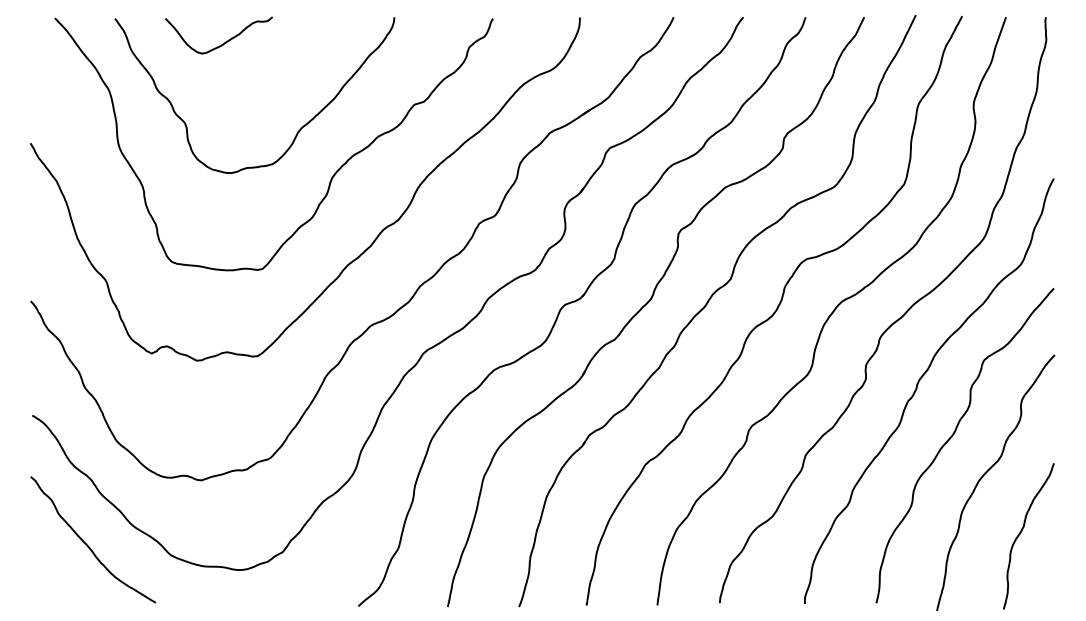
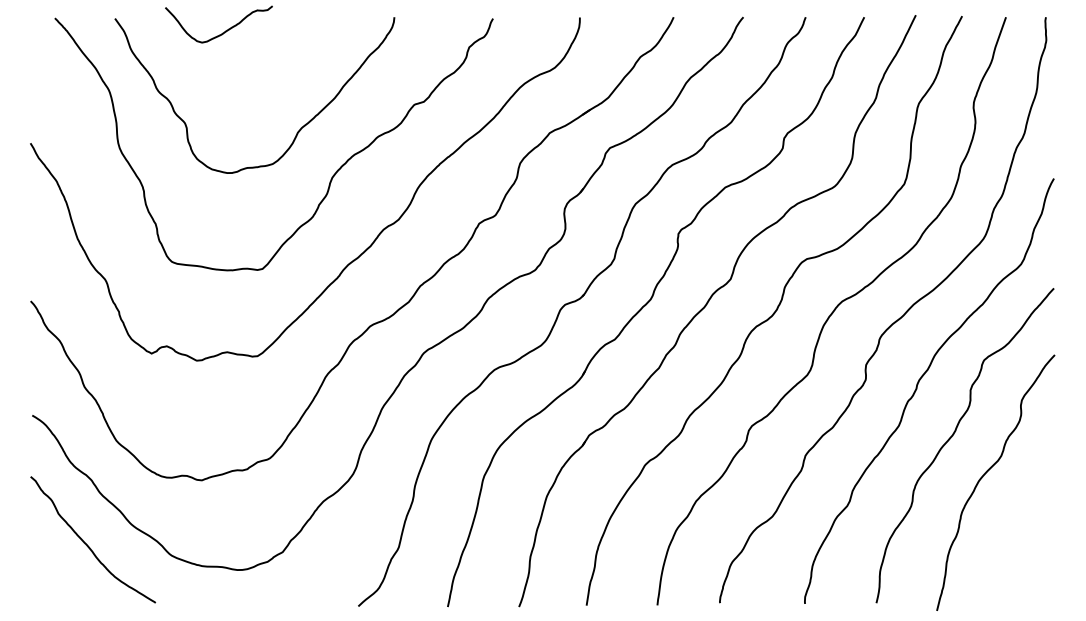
curve at (222, 43) position: (222, 43) -> (222, 32)
curve at (1021, 533): present -> none
